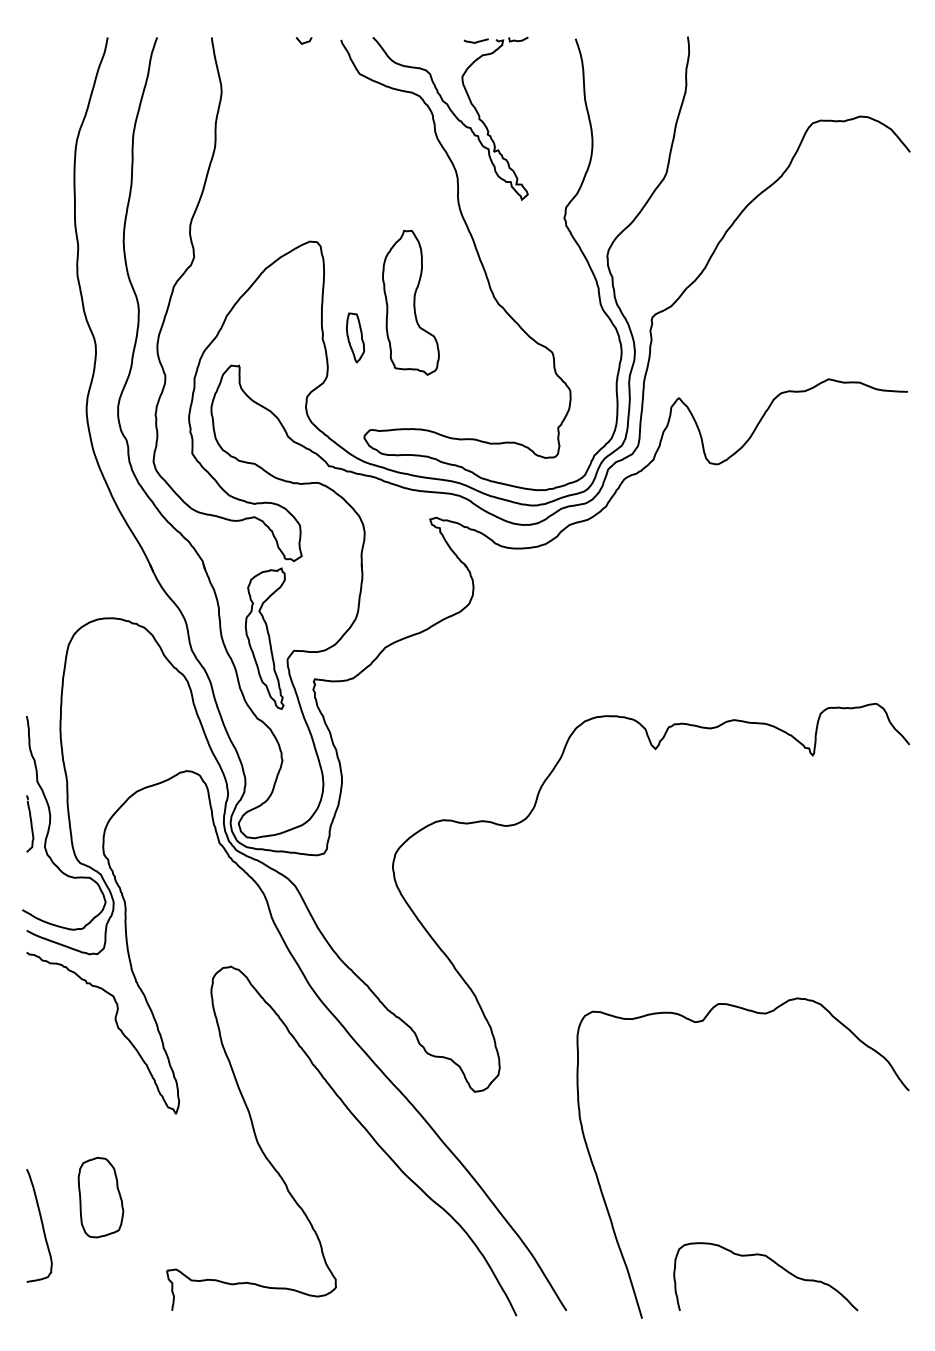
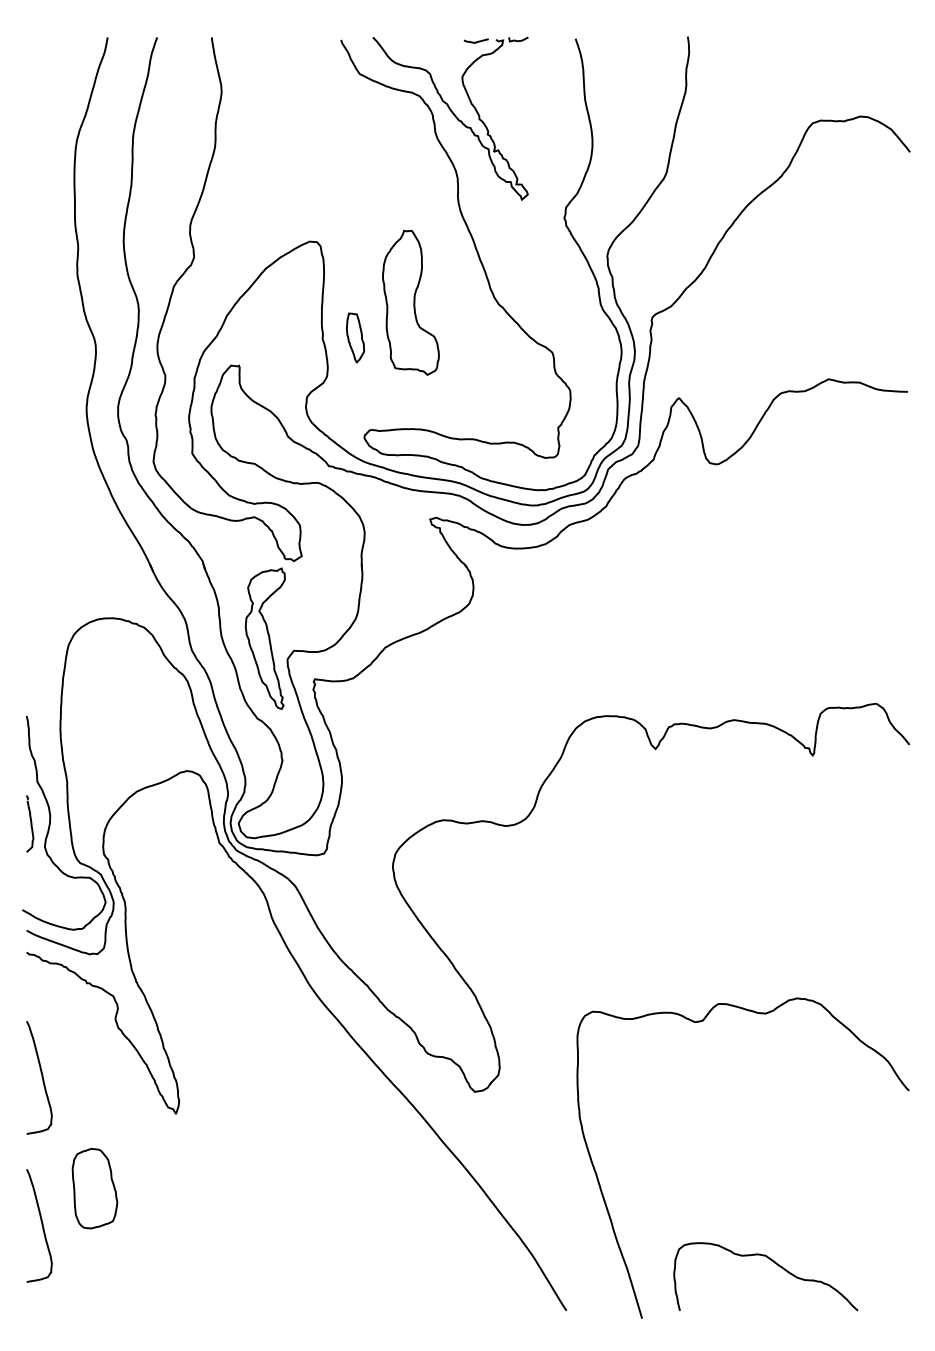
line at (305, 41): present -> none
curve at (41, 1077): none -> present
curve at (361, 1126): present -> none
part at (100, 1197) position: (100, 1197) -> (94, 1188)
